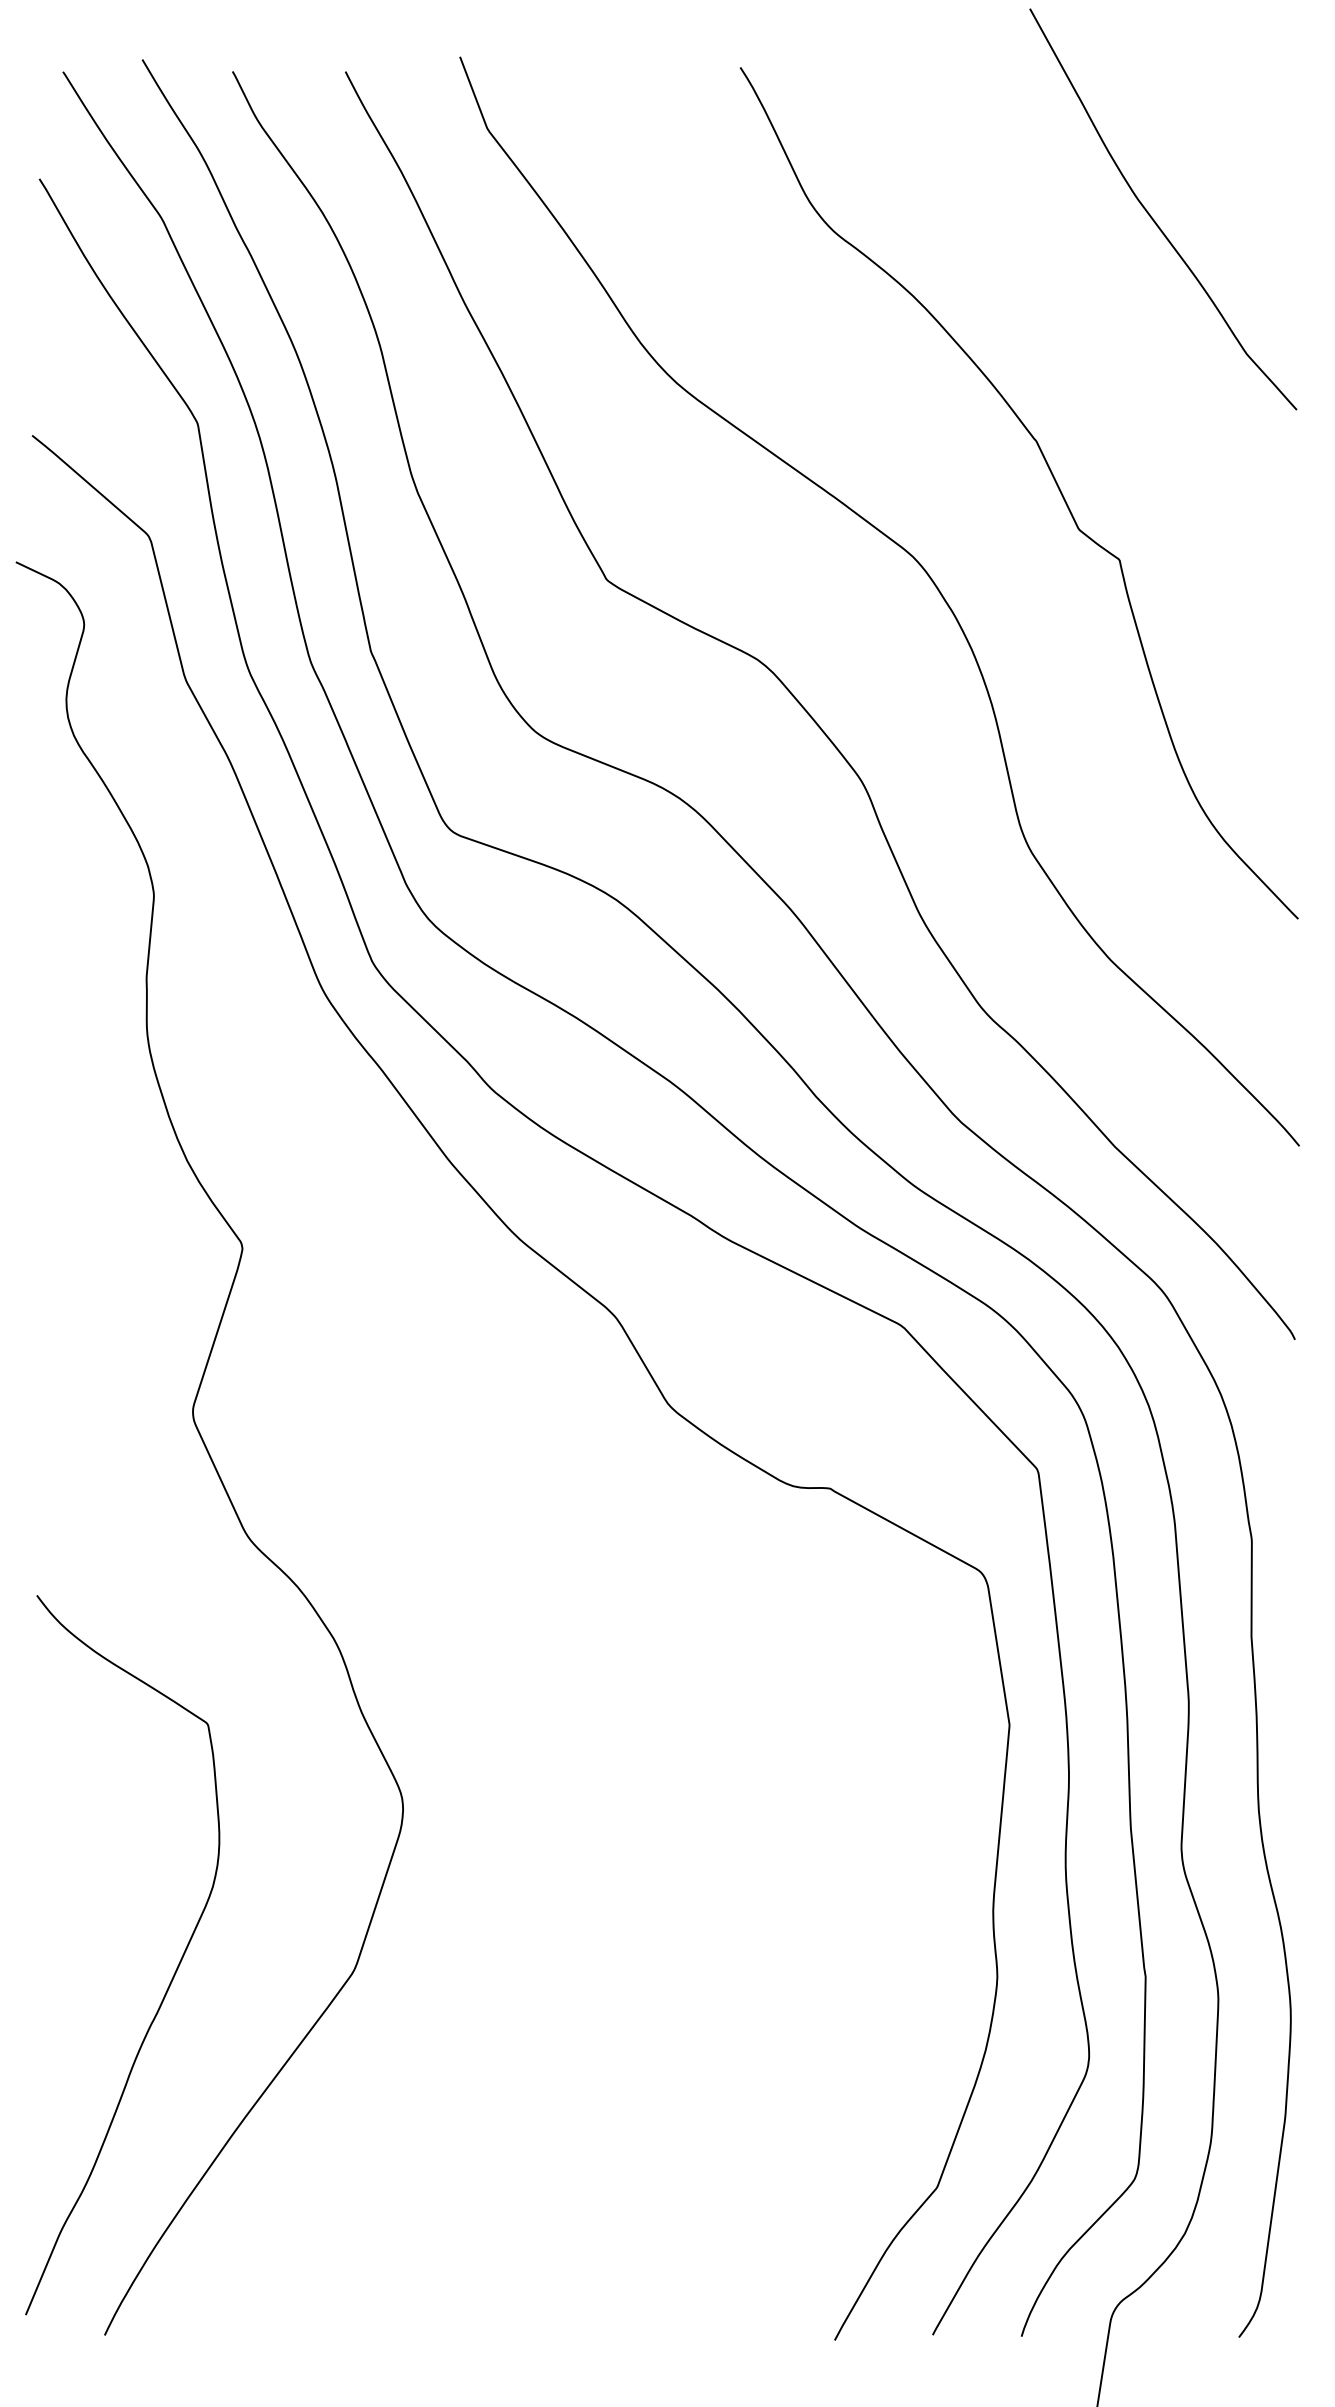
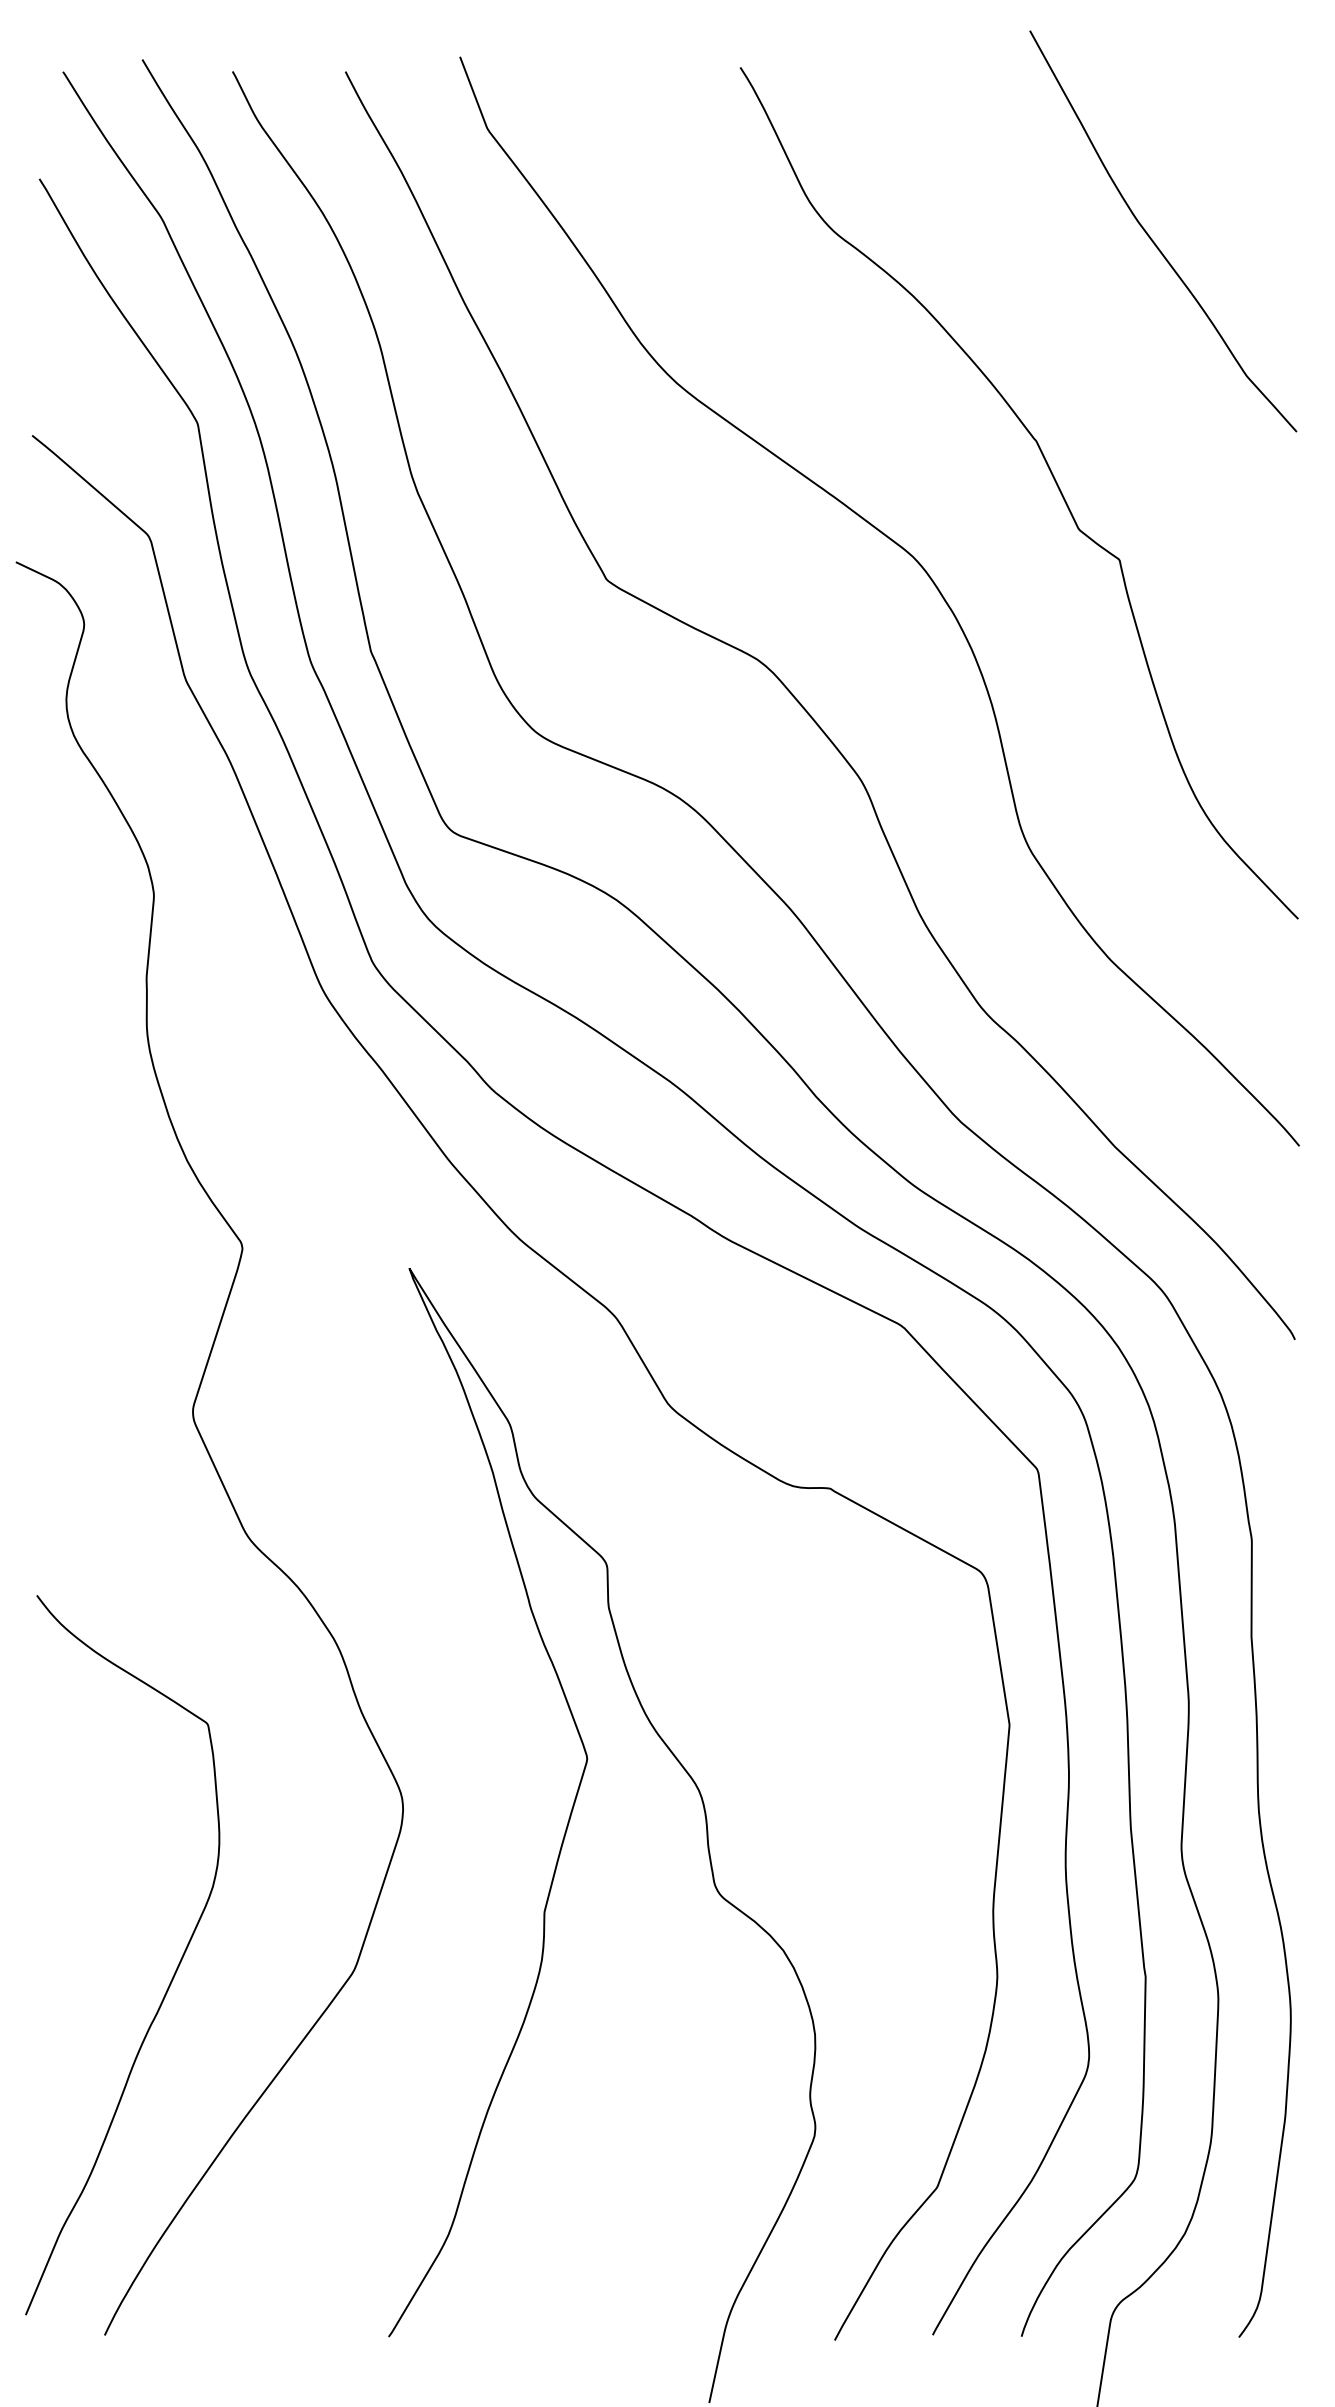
curve at (1151, 215) position: (1151, 215) -> (1151, 237)
curve at (568, 1827): none -> present
